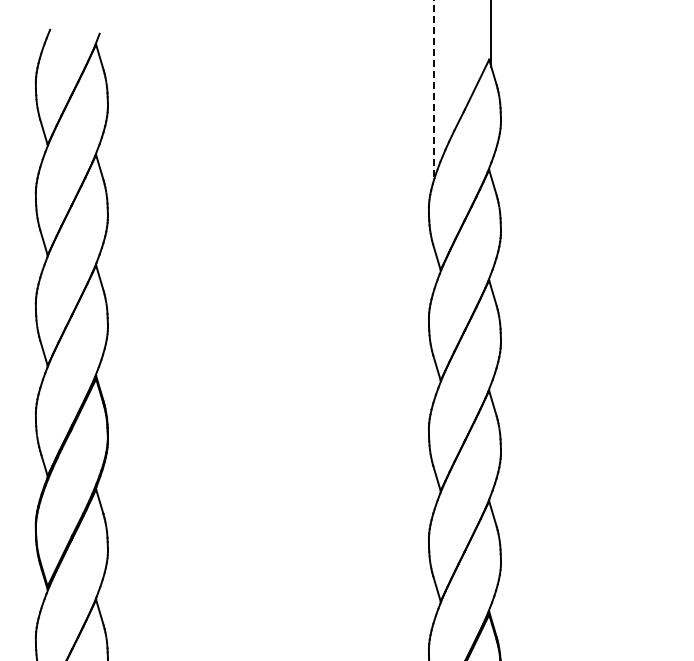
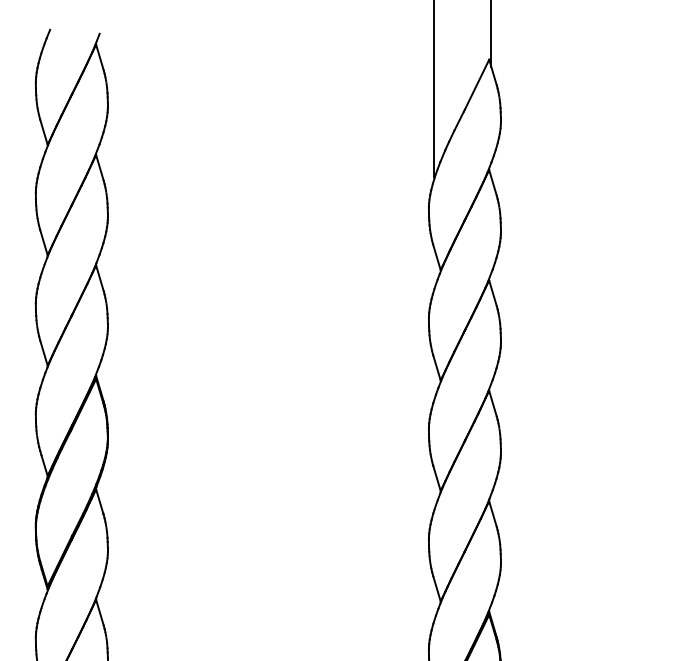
line at (434, 88): dashed -> solid
